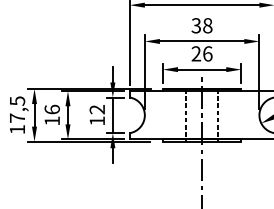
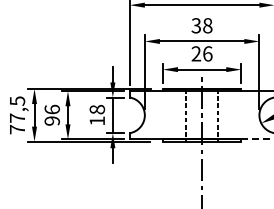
text at (97, 109): 12 -> 18
text at (51, 120): 16 -> 96
text at (17, 129): 17,5 -> 77,5
line at (257, 139): solid -> dashed
